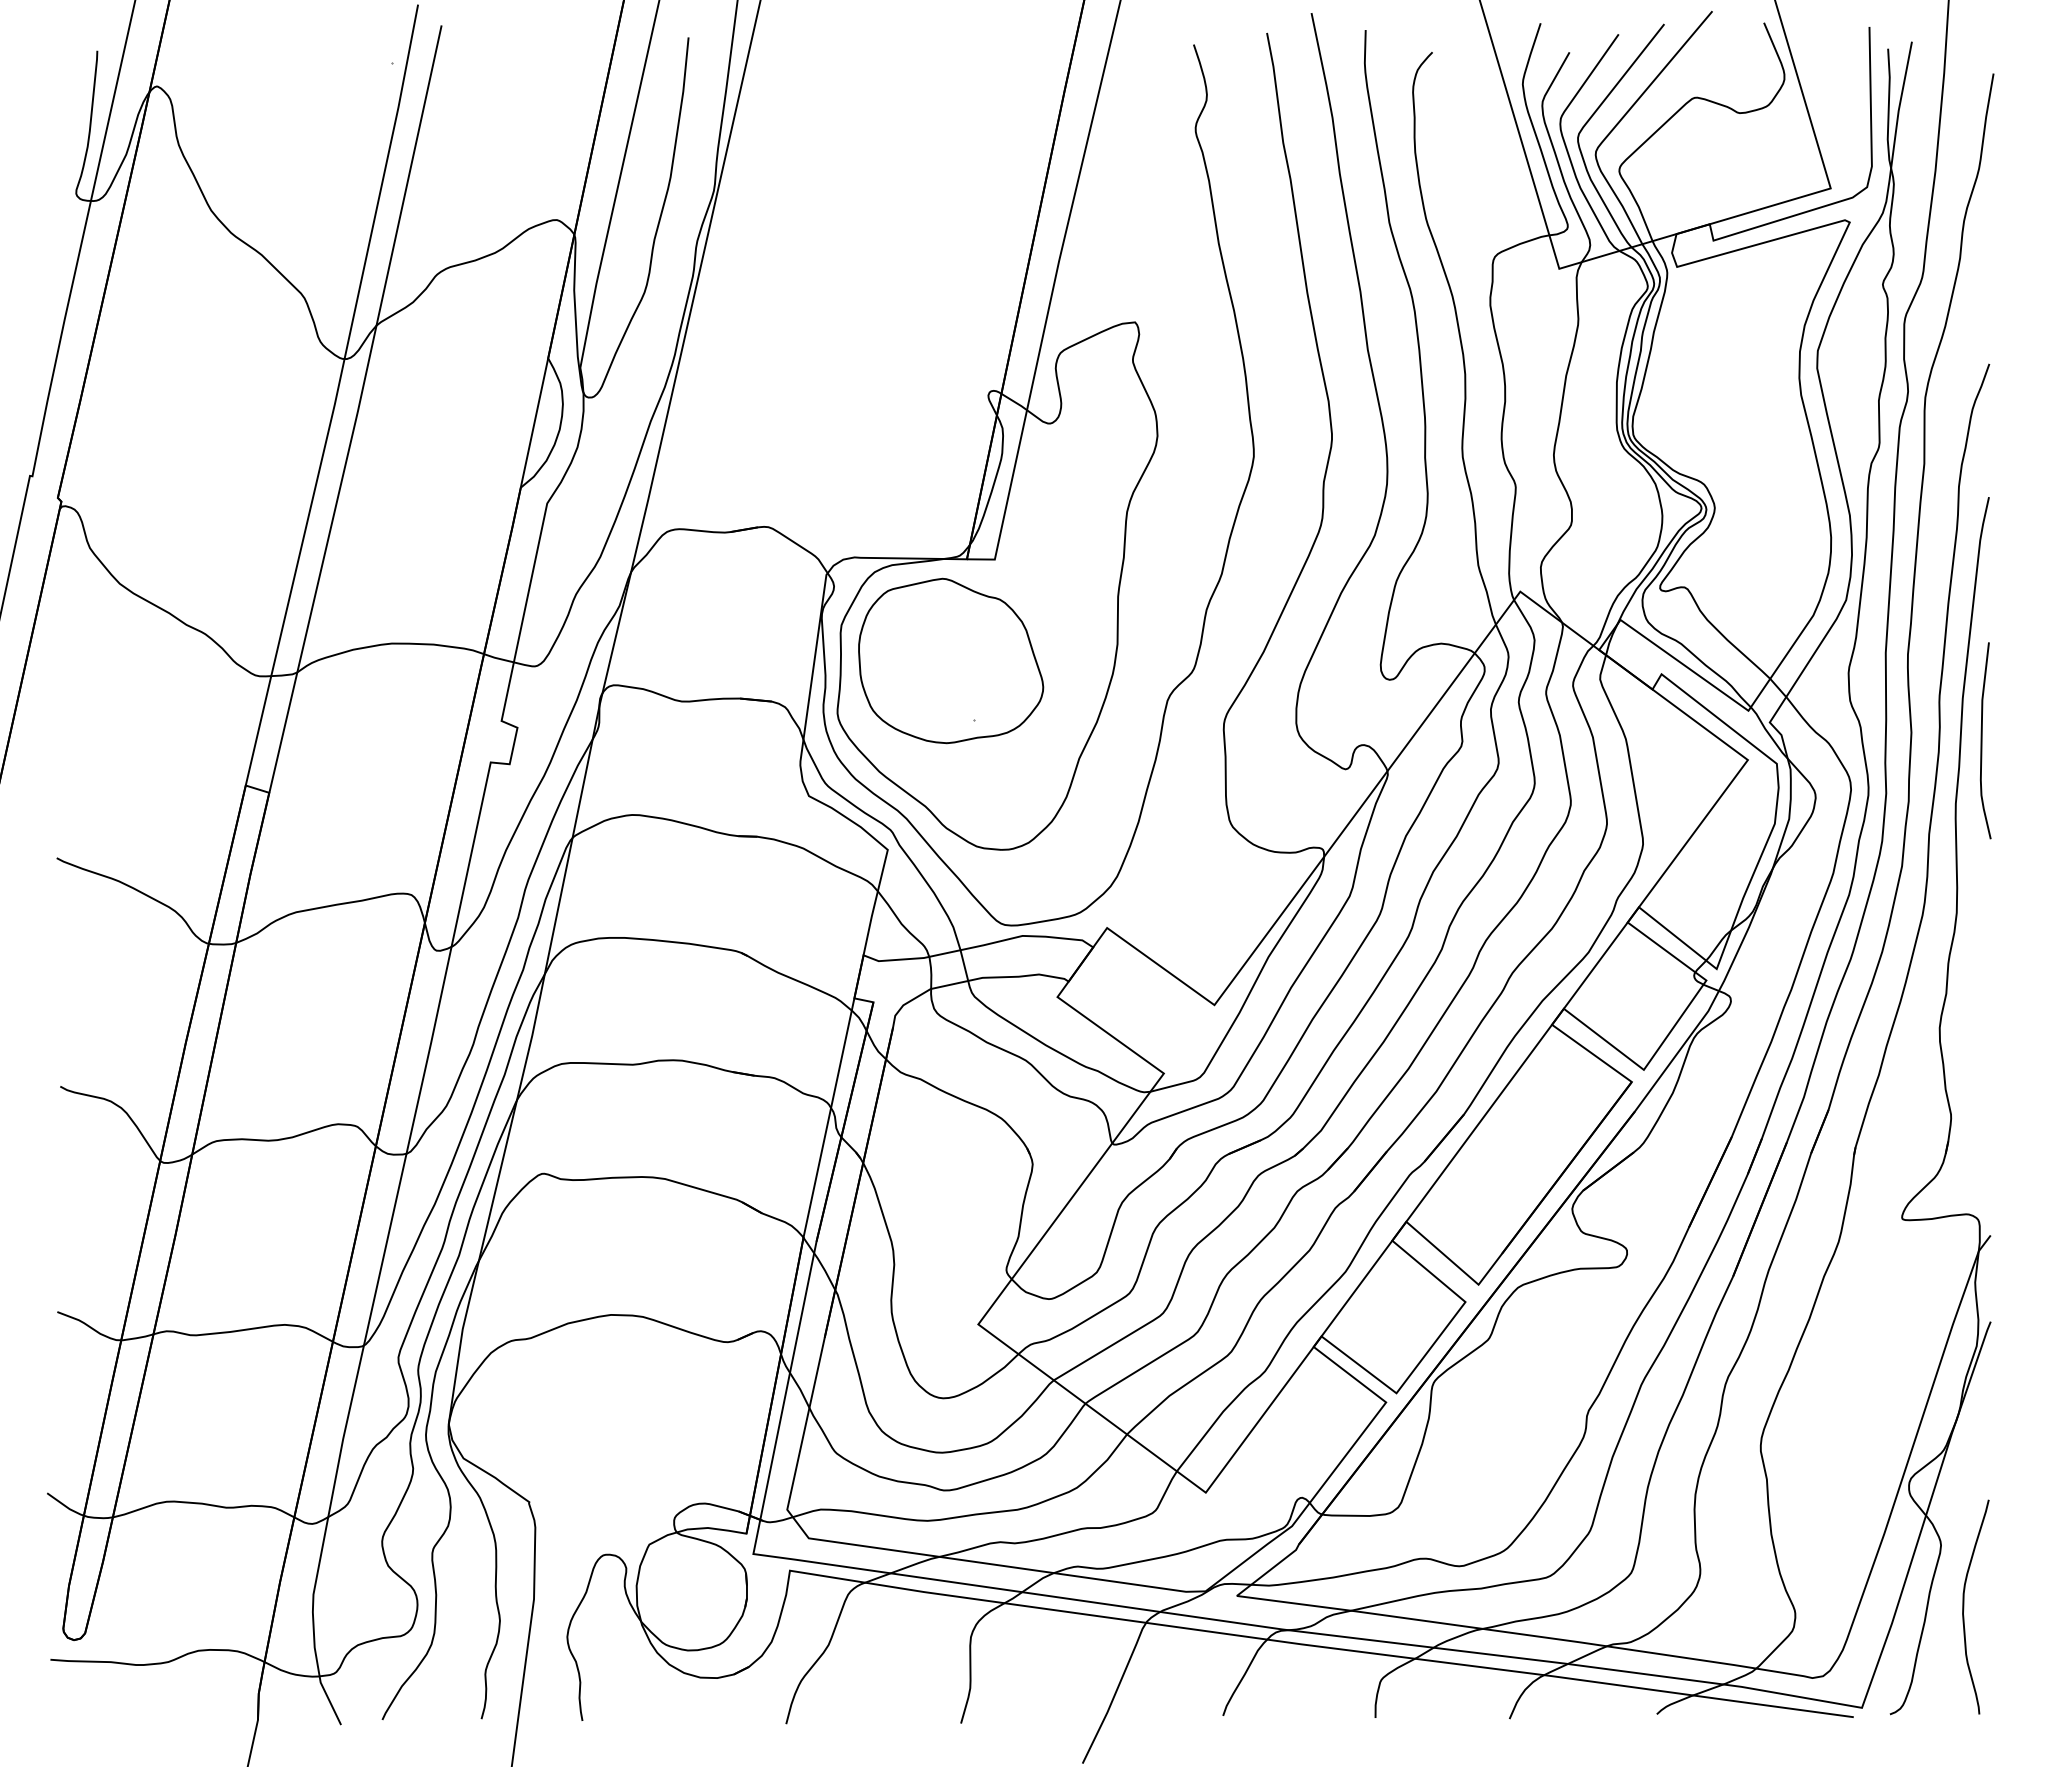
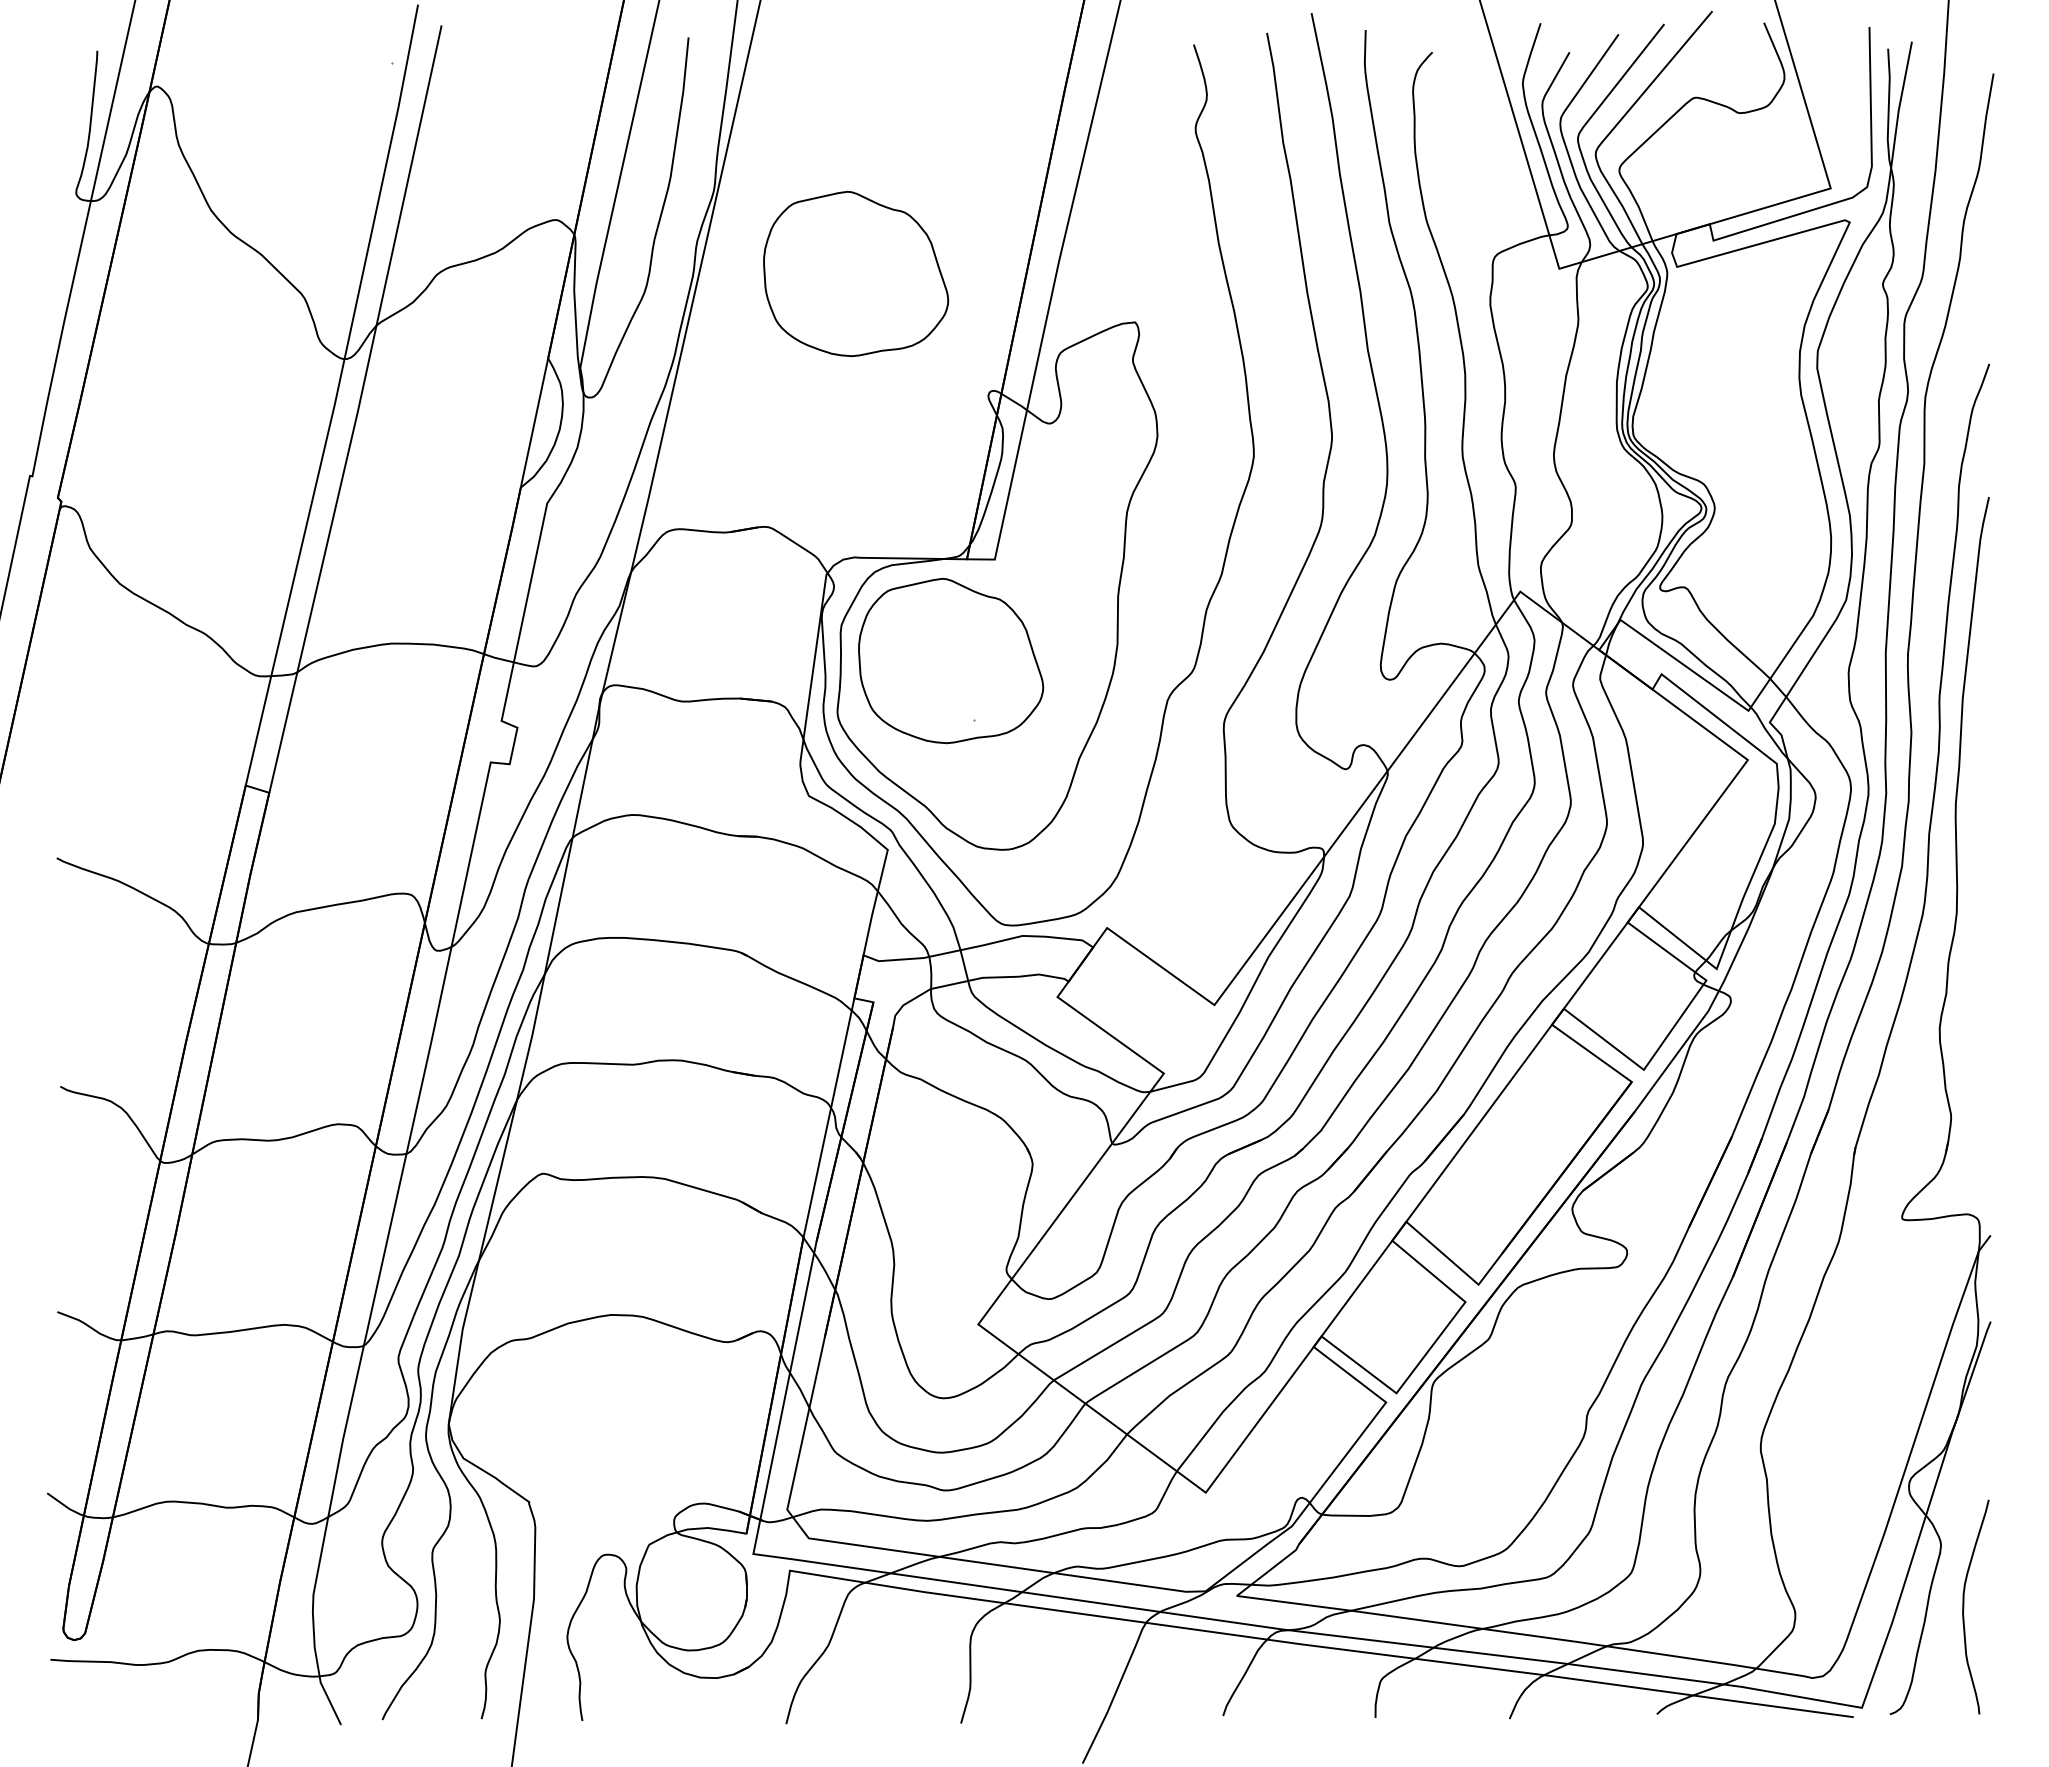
part at (856, 273): none -> present
curve at (1982, 740): present -> none
